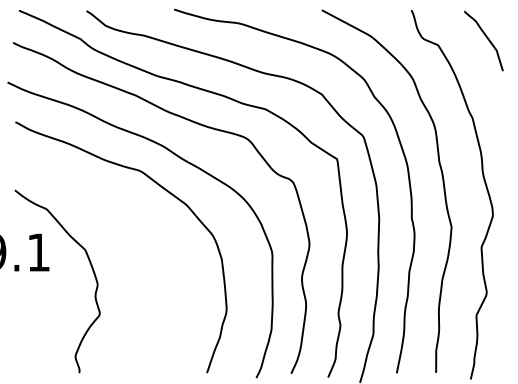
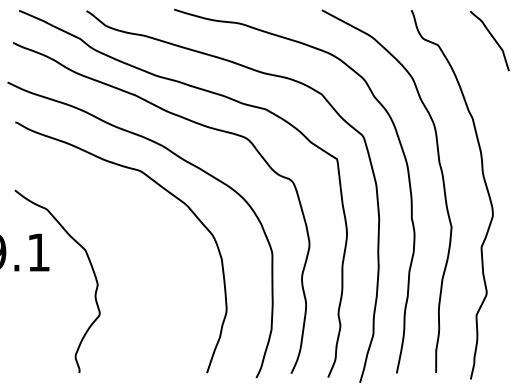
curve at (486, 38) position: (486, 38) -> (492, 38)
